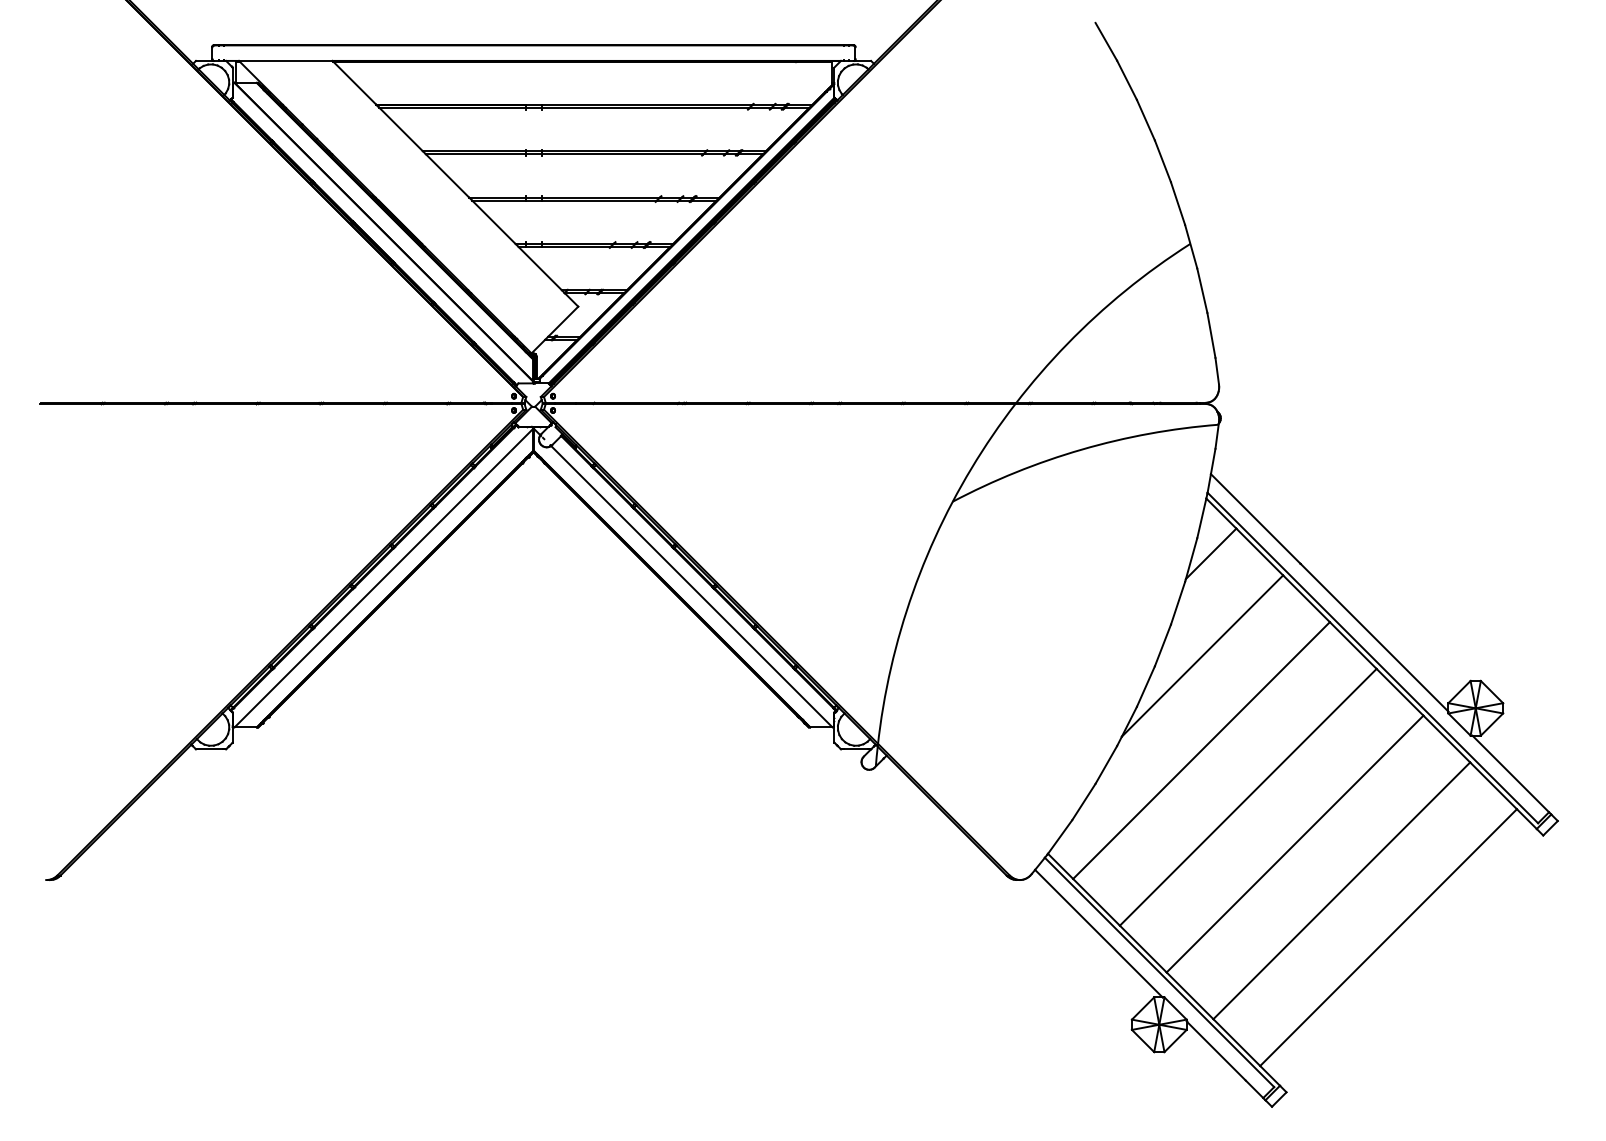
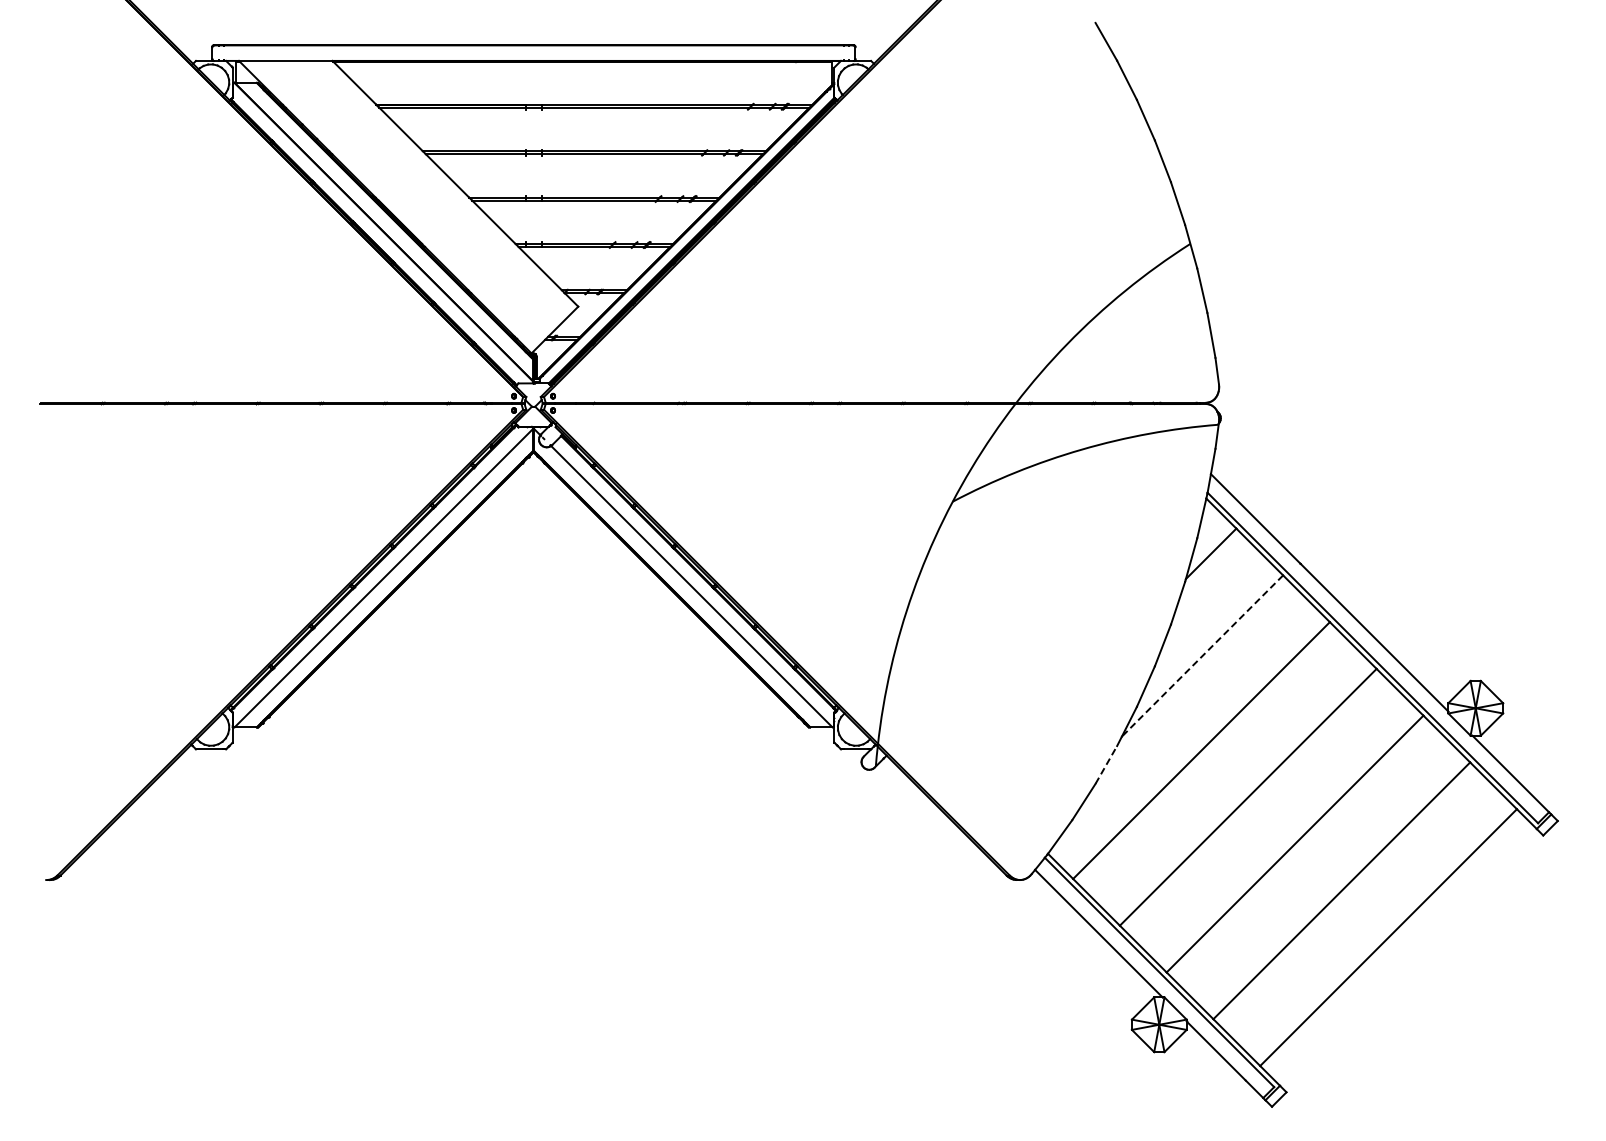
line at (1202, 656): solid -> dashed
line at (1106, 764): solid -> dashed
